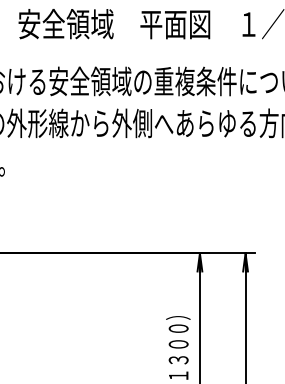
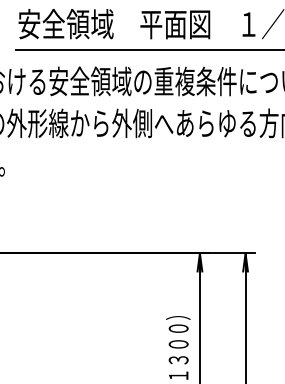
line at (148, 49): none -> present
